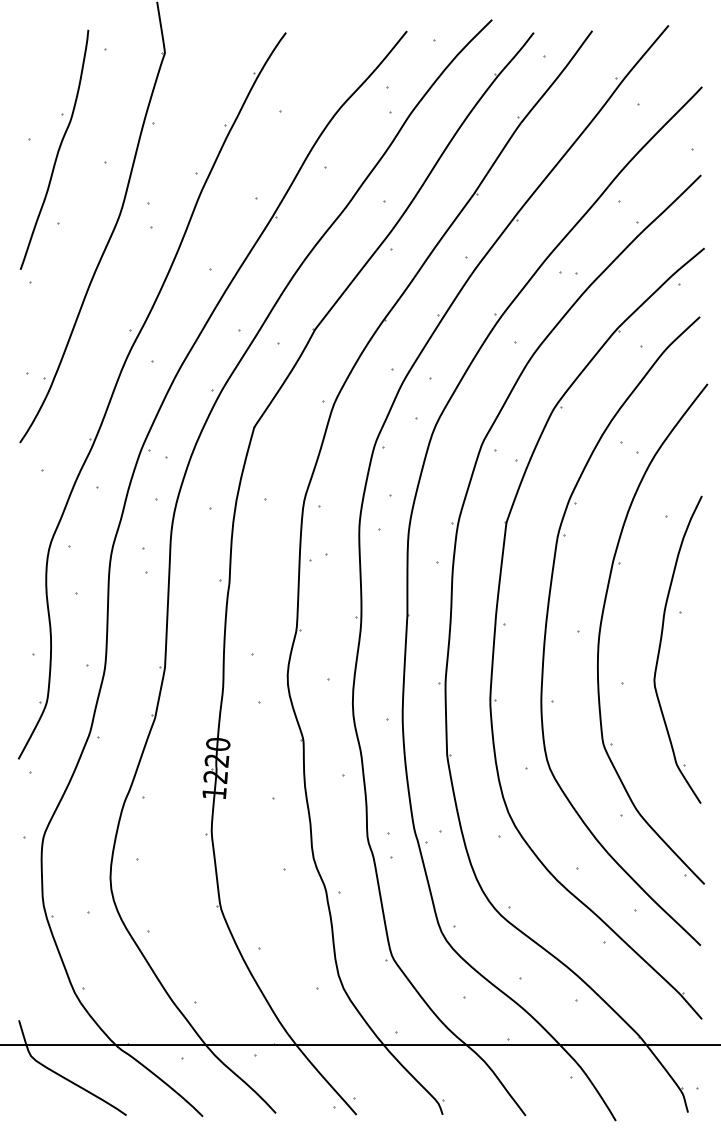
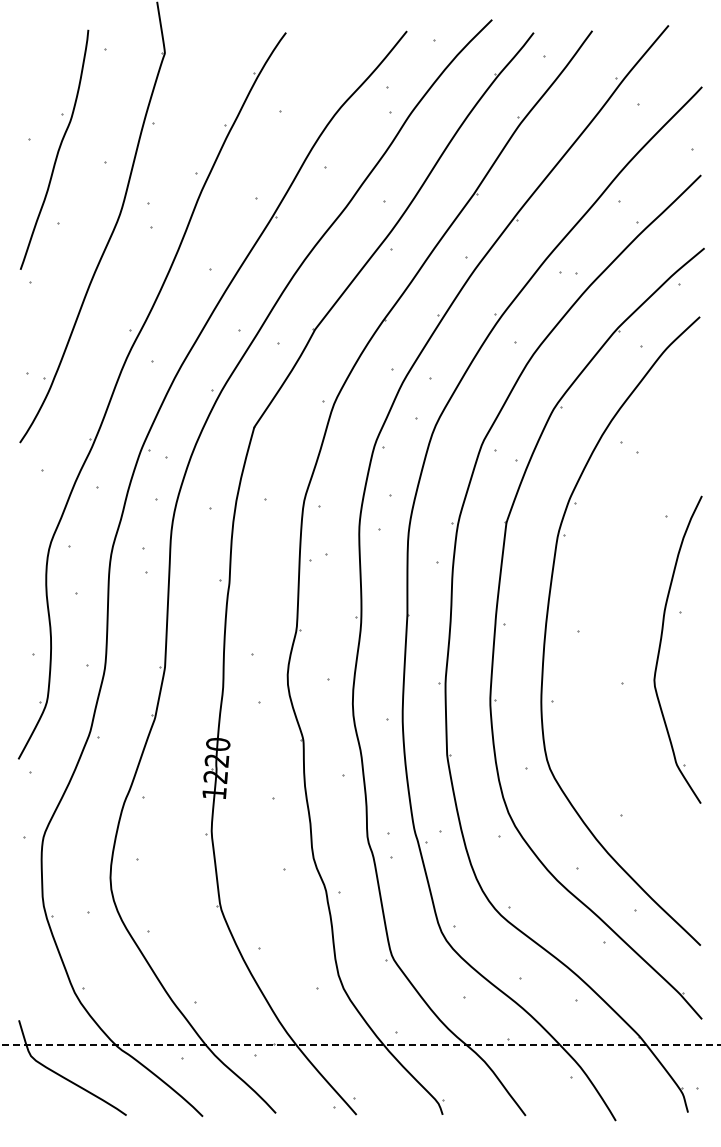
part at (601, 628): present -> none
line at (359, 1044): solid -> dashed
